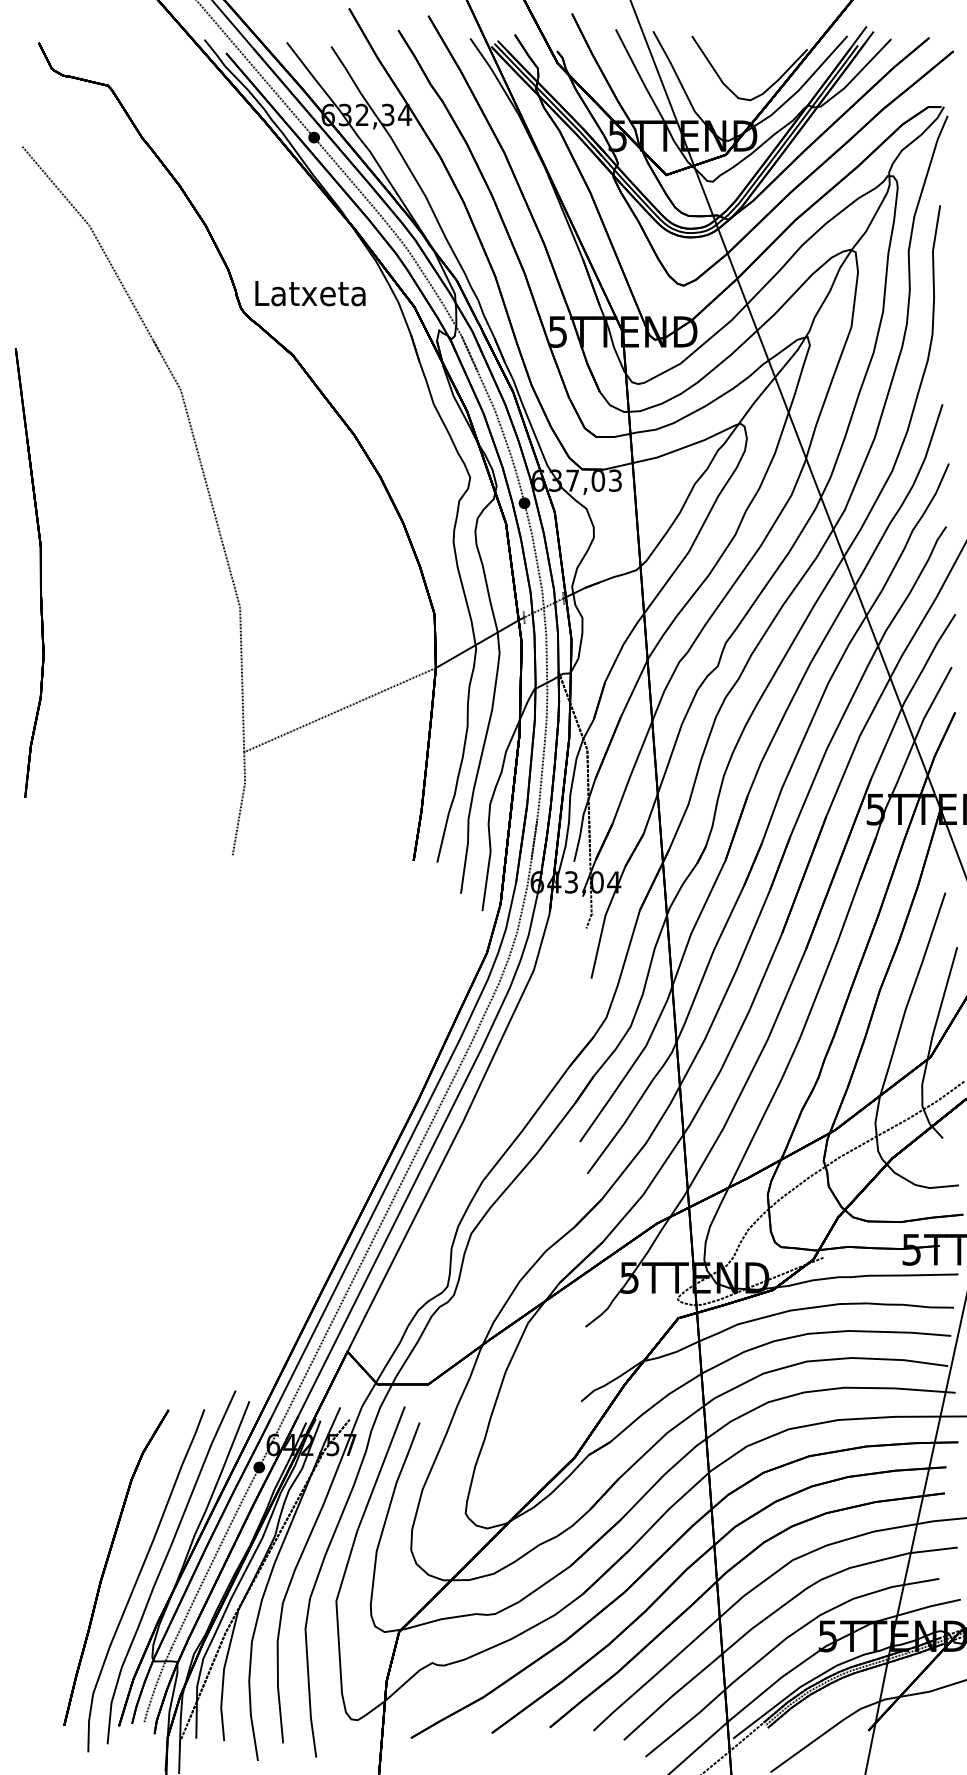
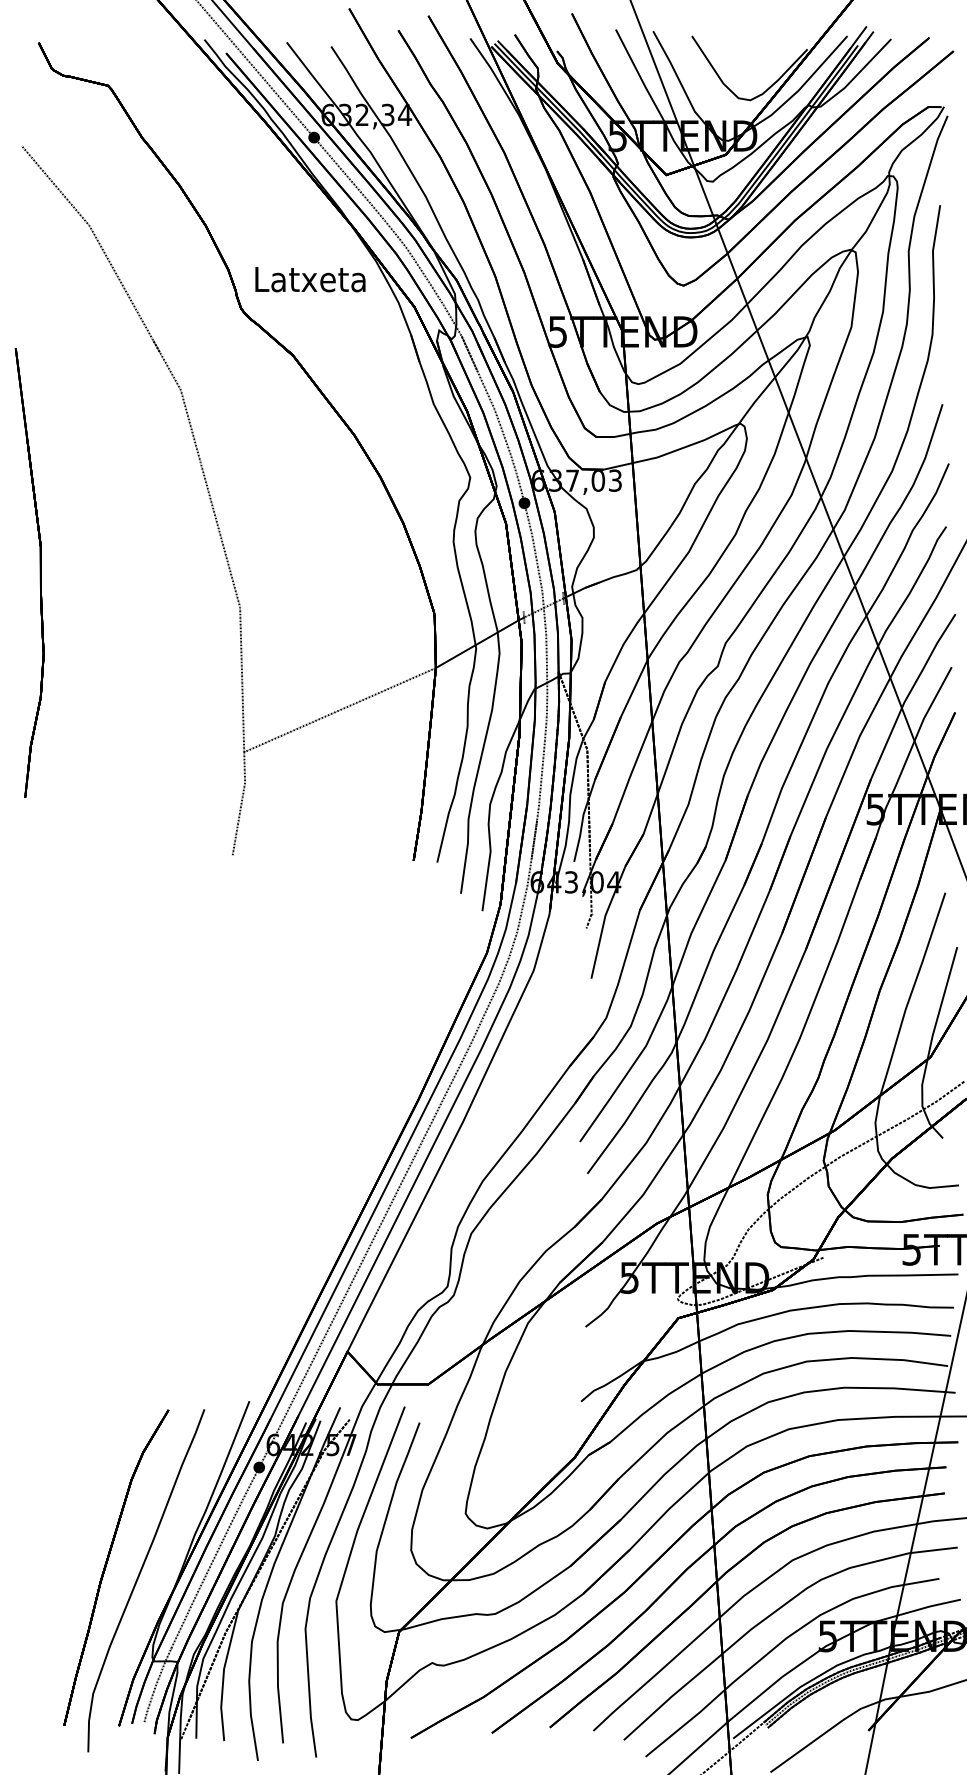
text at (310, 293) position: (310, 293) -> (310, 279)
curve at (164, 1564): present -> none
